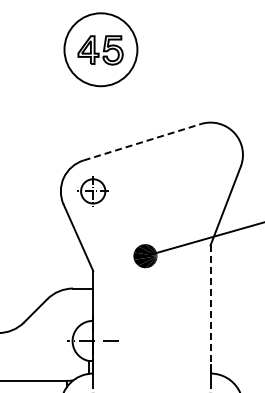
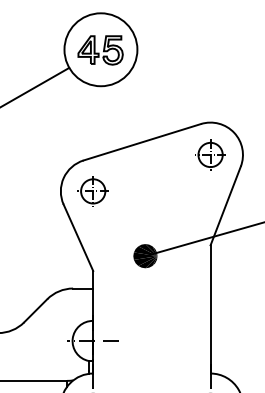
line at (35, 86): none -> present
line at (142, 142): dashed -> solid
part at (210, 154): none -> present
line at (210, 309): dashed -> solid
